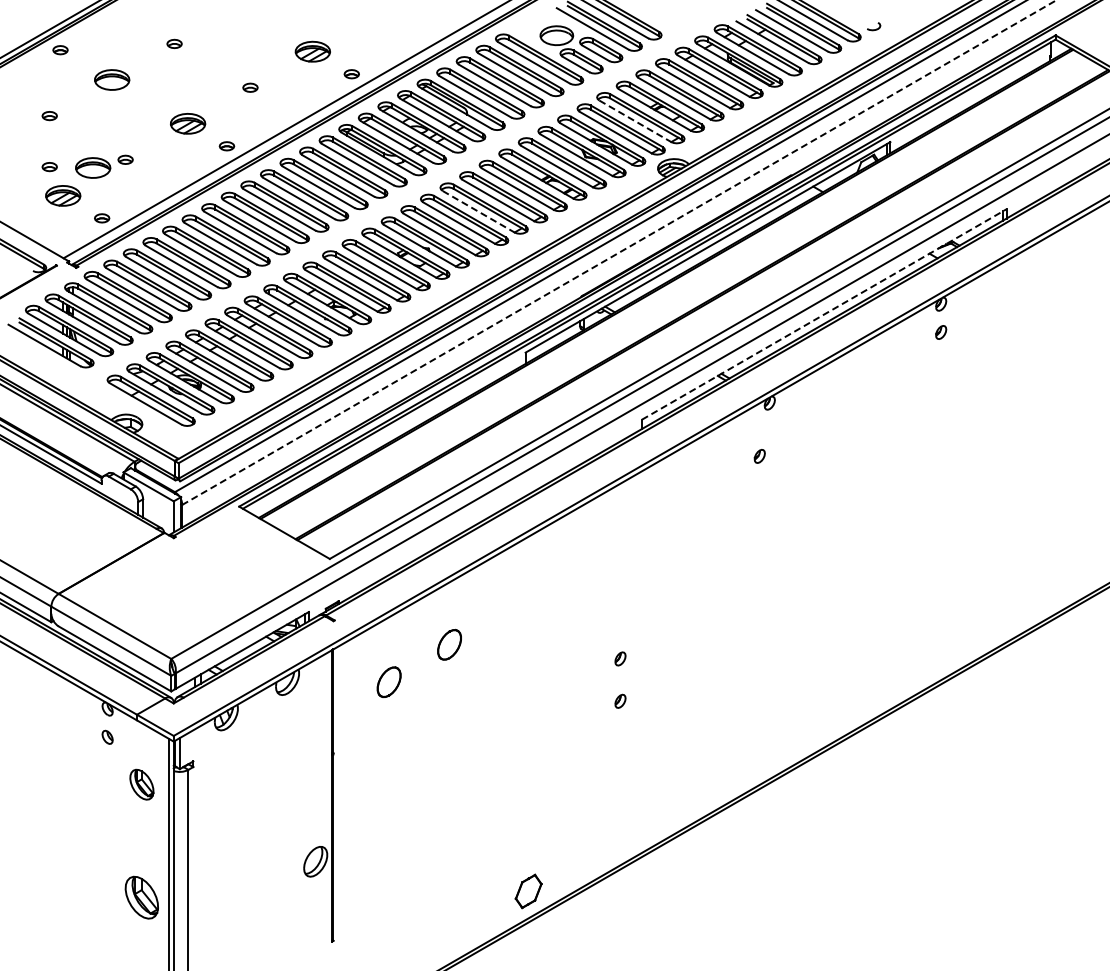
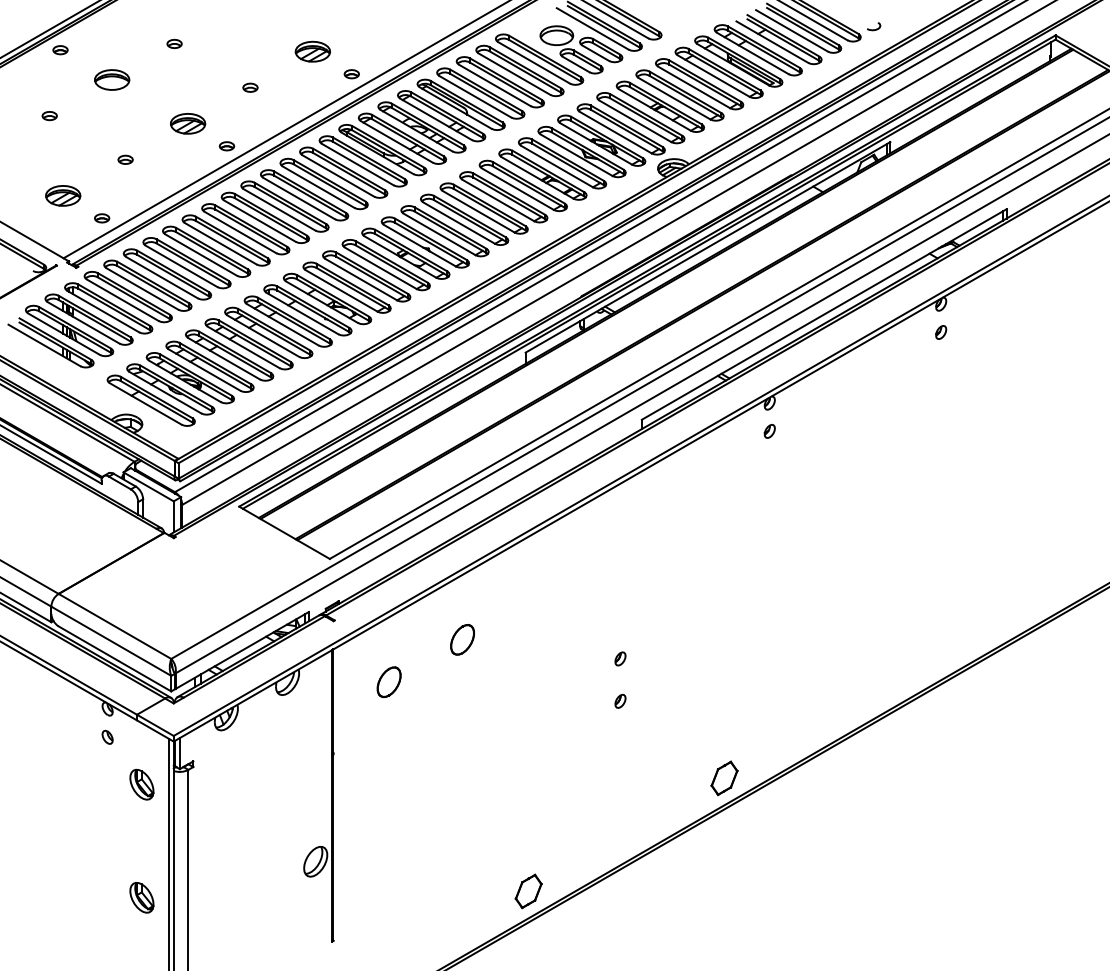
line at (635, 121): dashed -> solid
part at (49, 167): present -> none
part at (93, 167): present -> none
line at (478, 211): dashed -> solid
line at (618, 252): dashed -> solid
line at (824, 314): dashed -> solid
part at (759, 456) position: (759, 456) -> (769, 431)
part at (449, 644) position: (449, 644) -> (462, 639)
part at (724, 778): none -> present
part at (141, 897) size: 35x45 px -> 26x32 px
